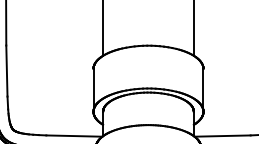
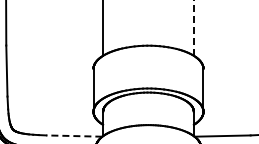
line at (193, 27): solid -> dashed
line at (73, 136): solid -> dashed
